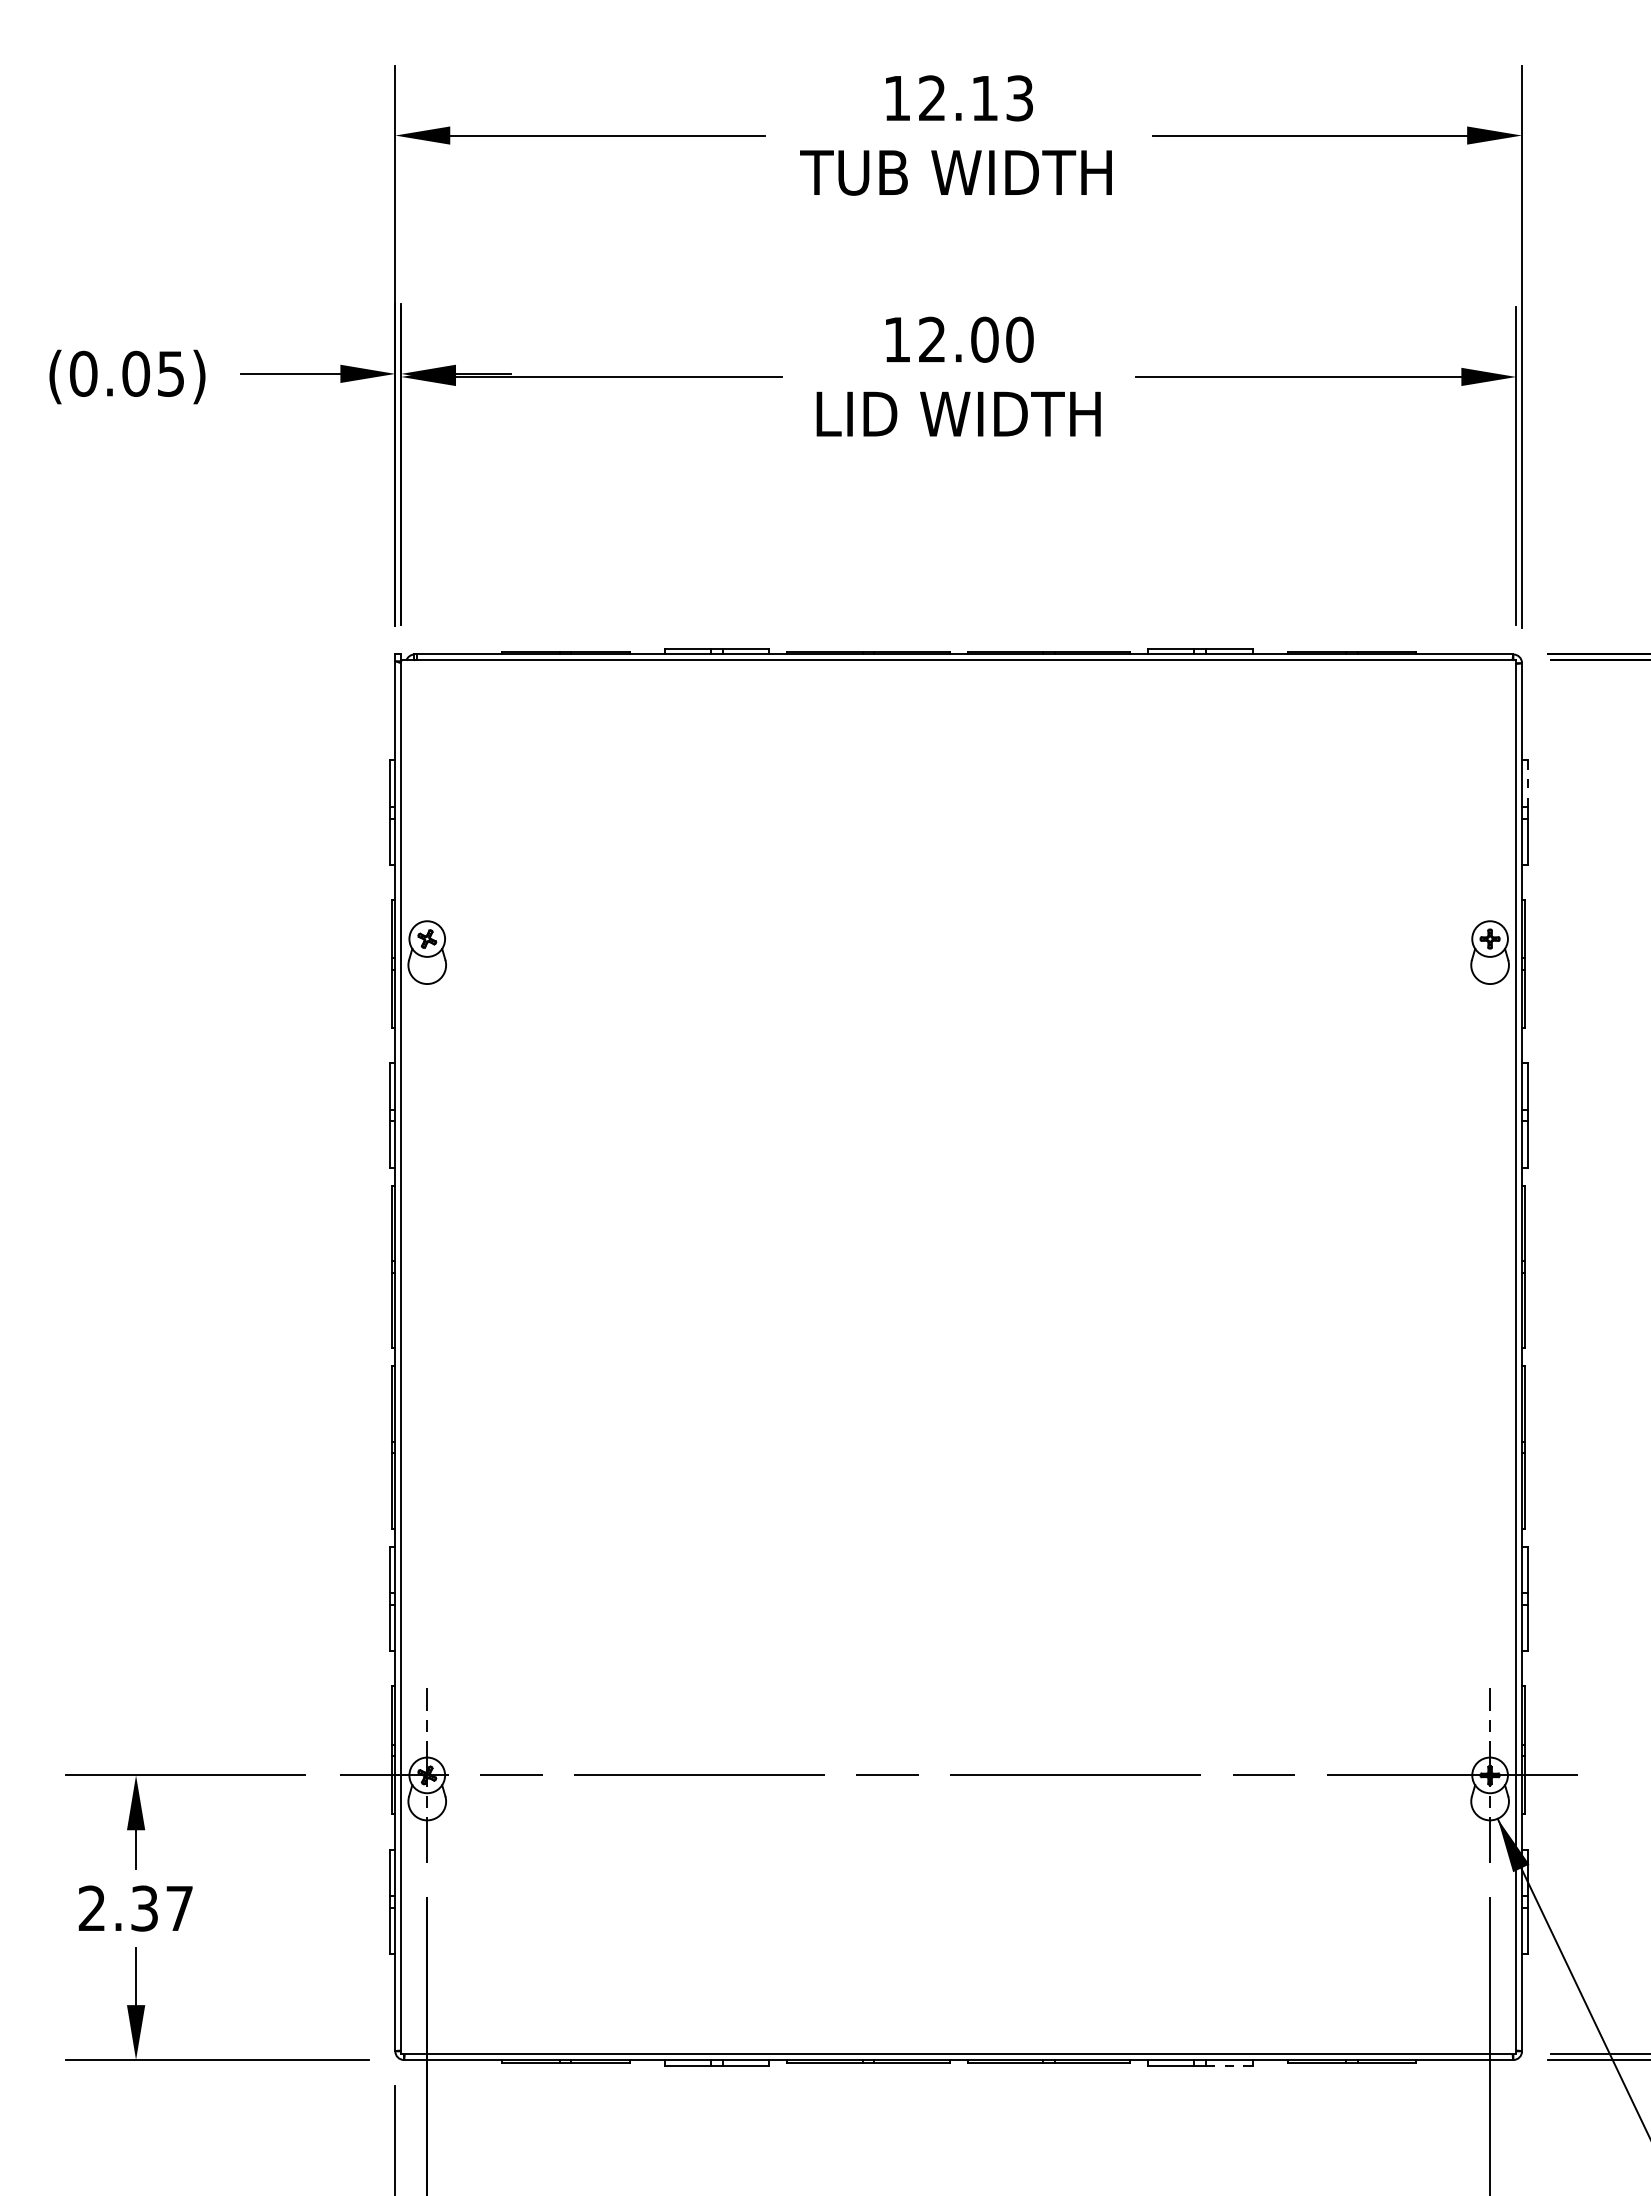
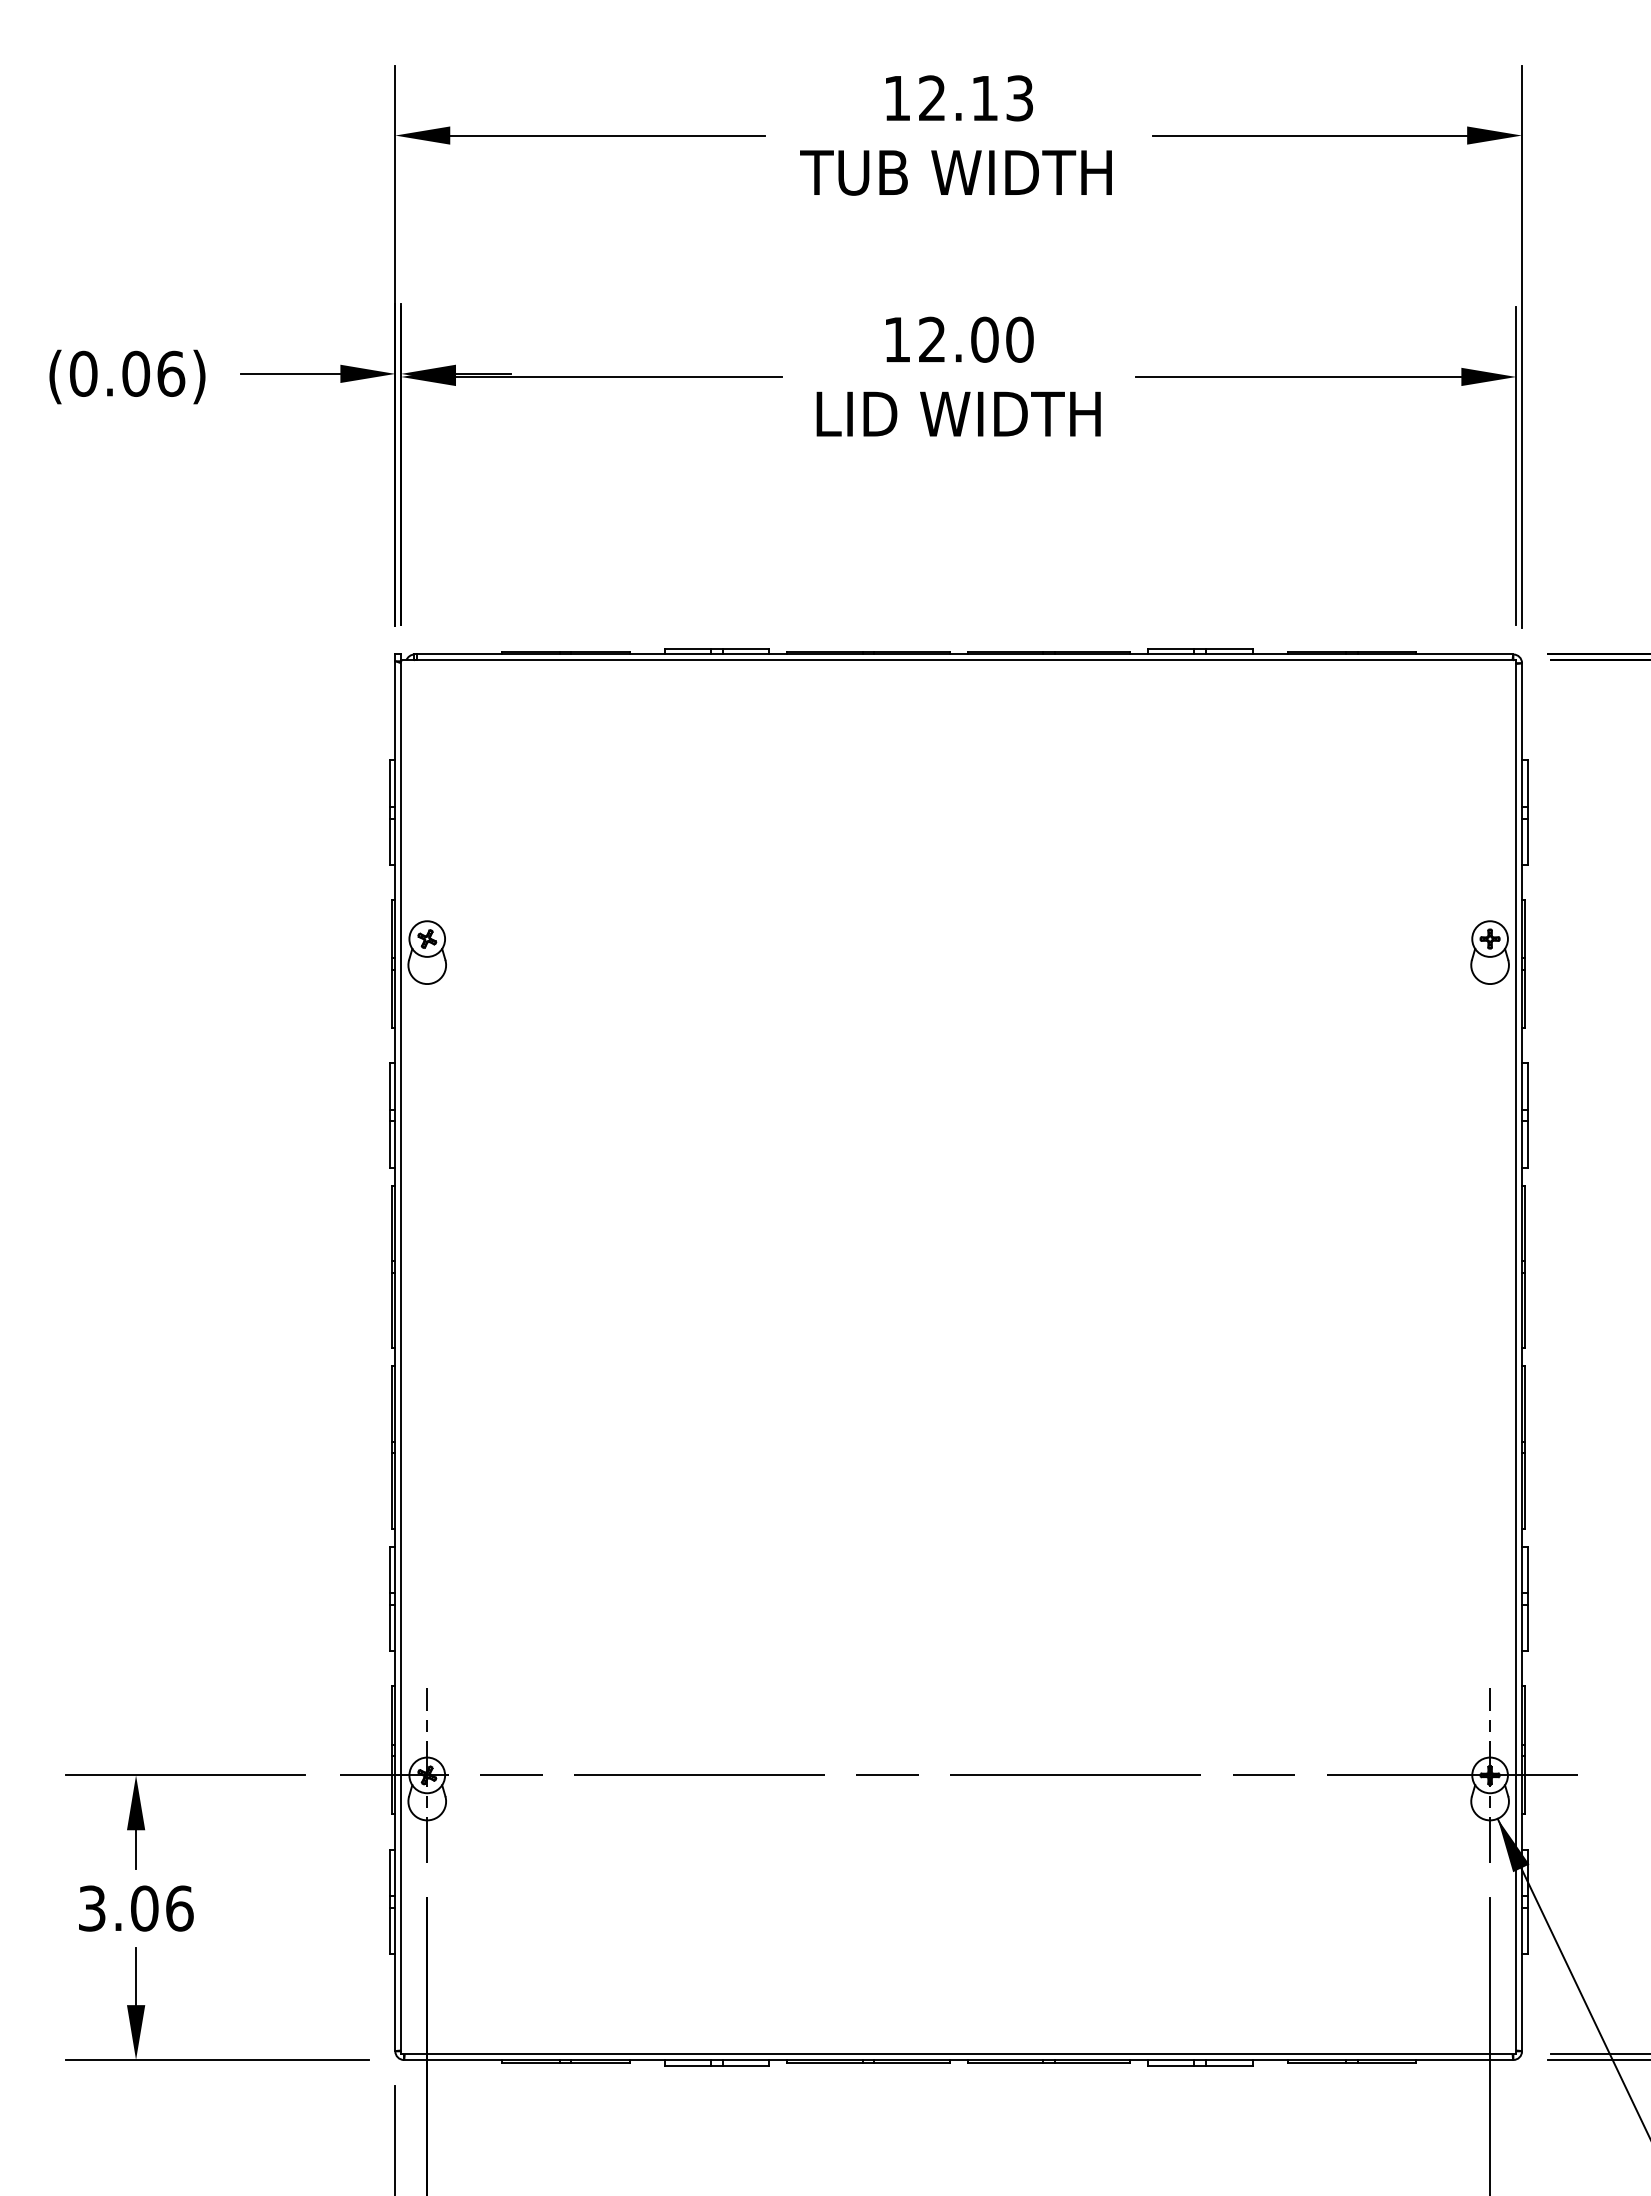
text at (171, 373): (0.05) -> (0.06)
line at (1527, 784): dashed -> solid
text at (135, 1908): 2.37 -> 3.06
line at (1228, 2065): dashed -> solid
